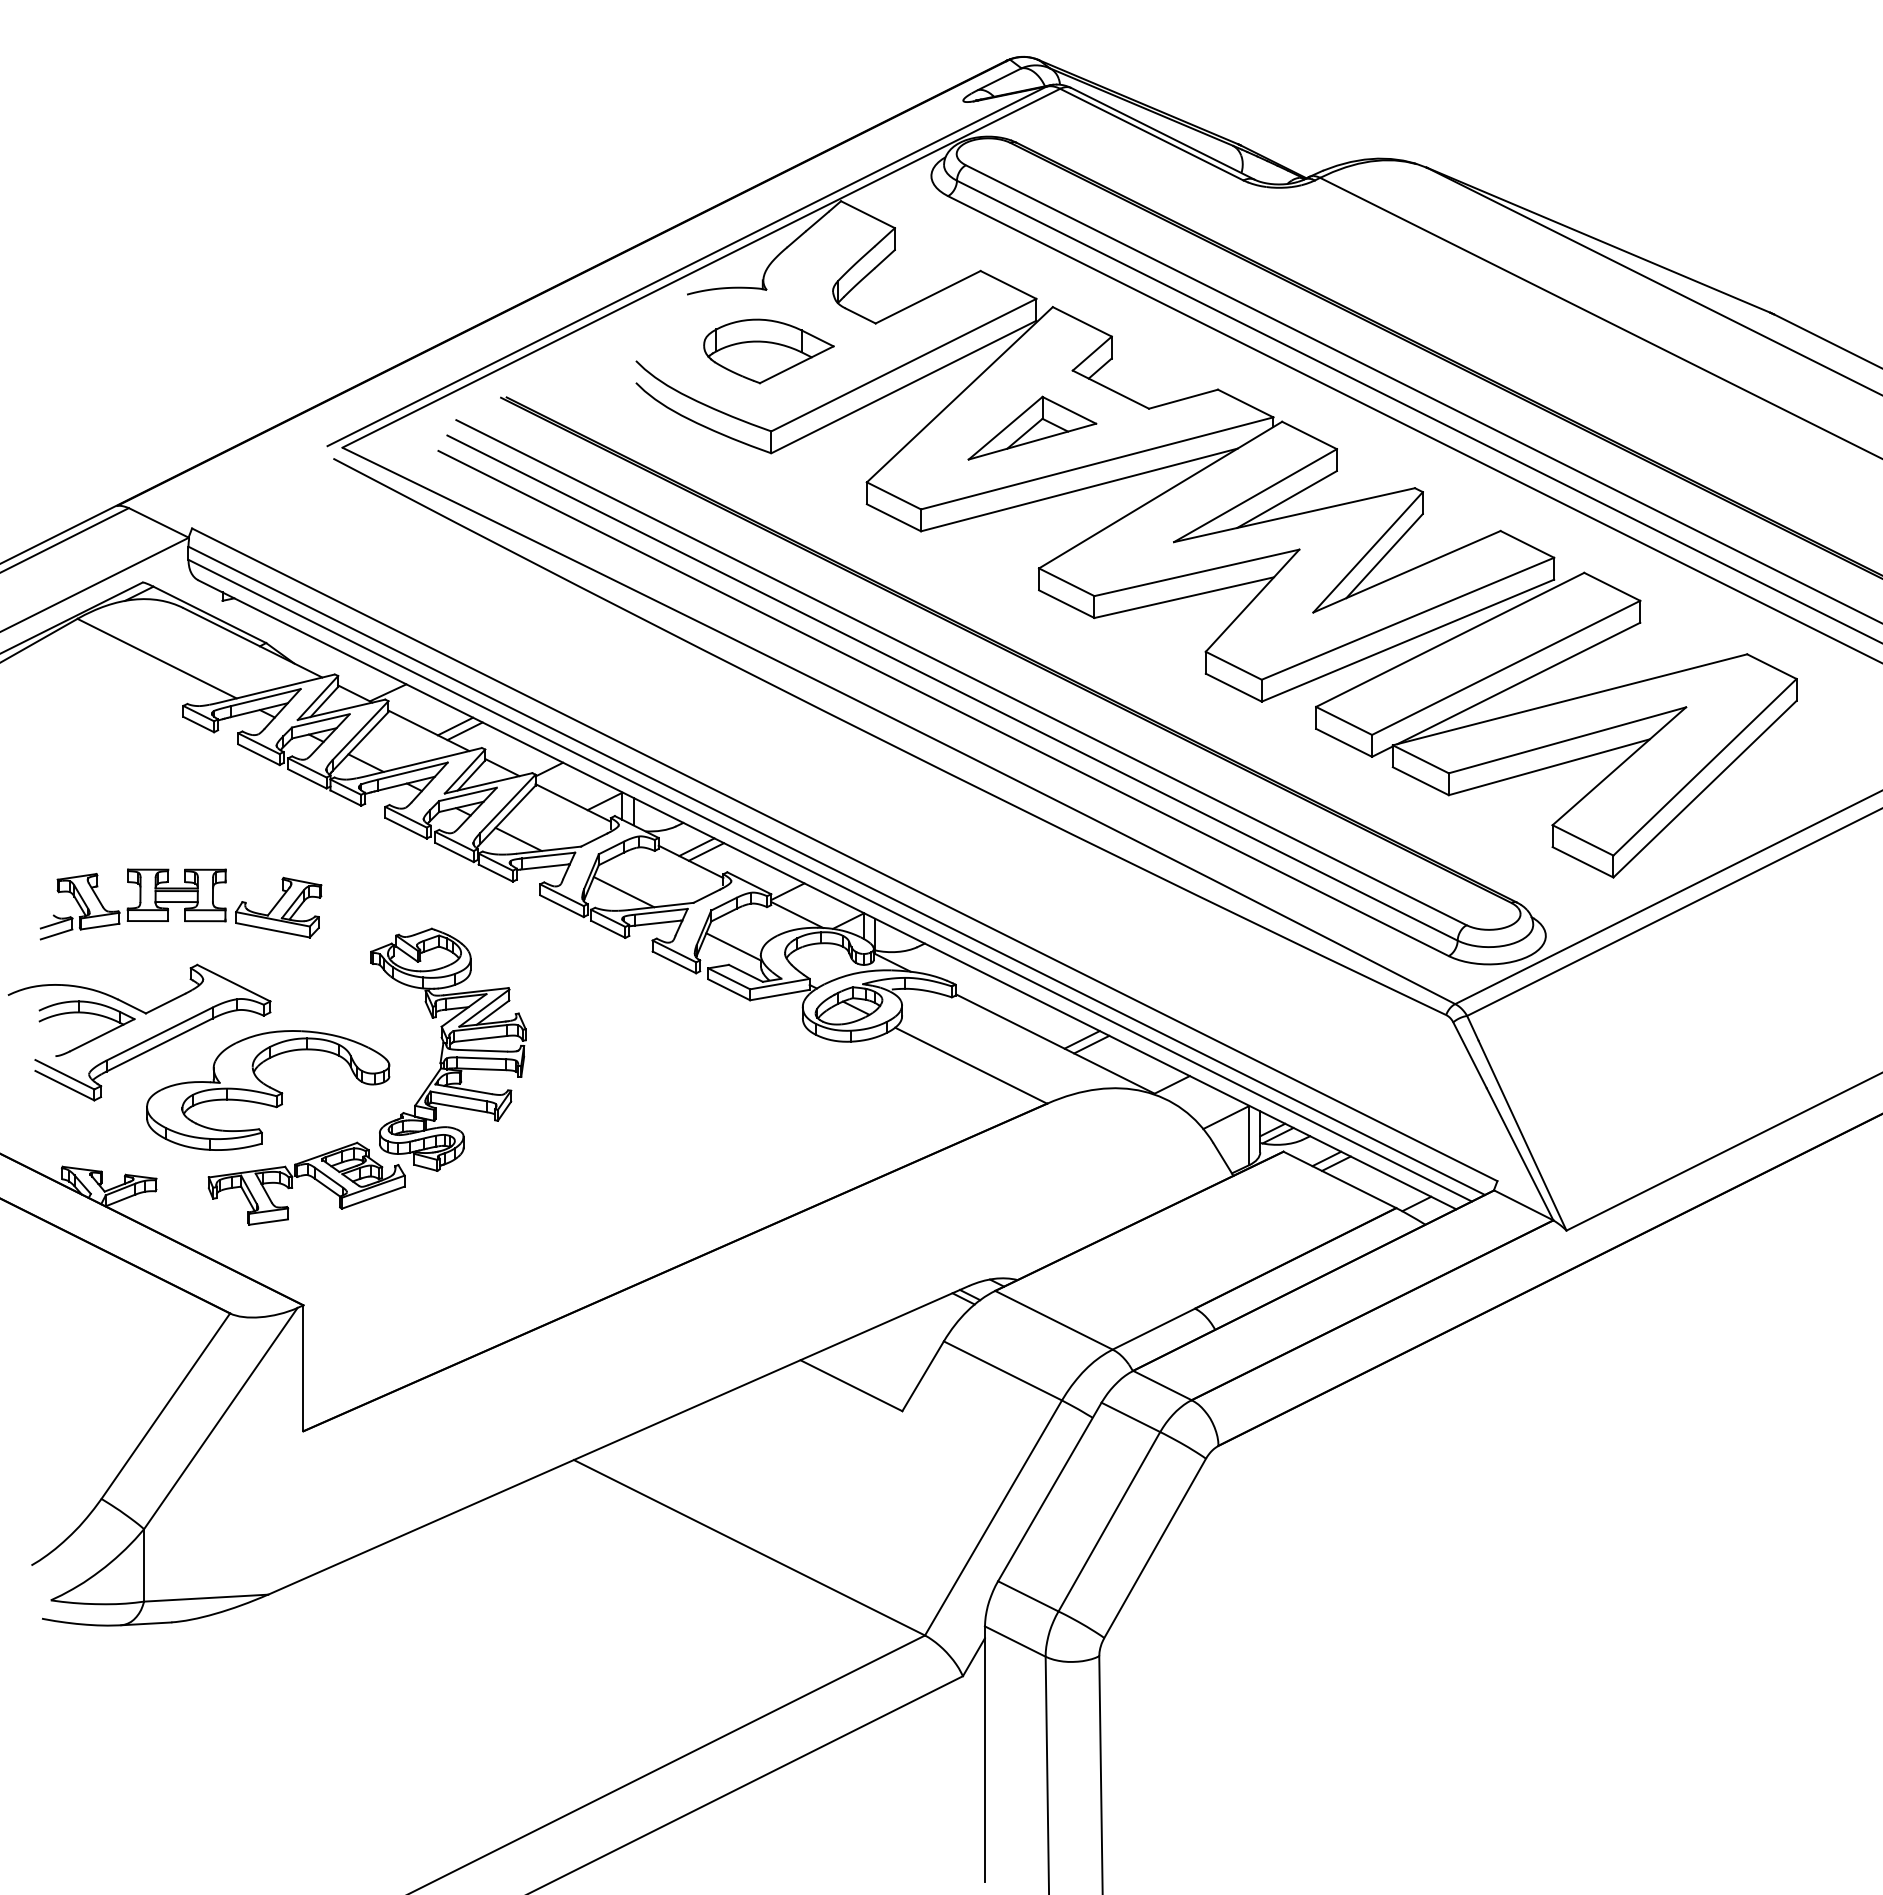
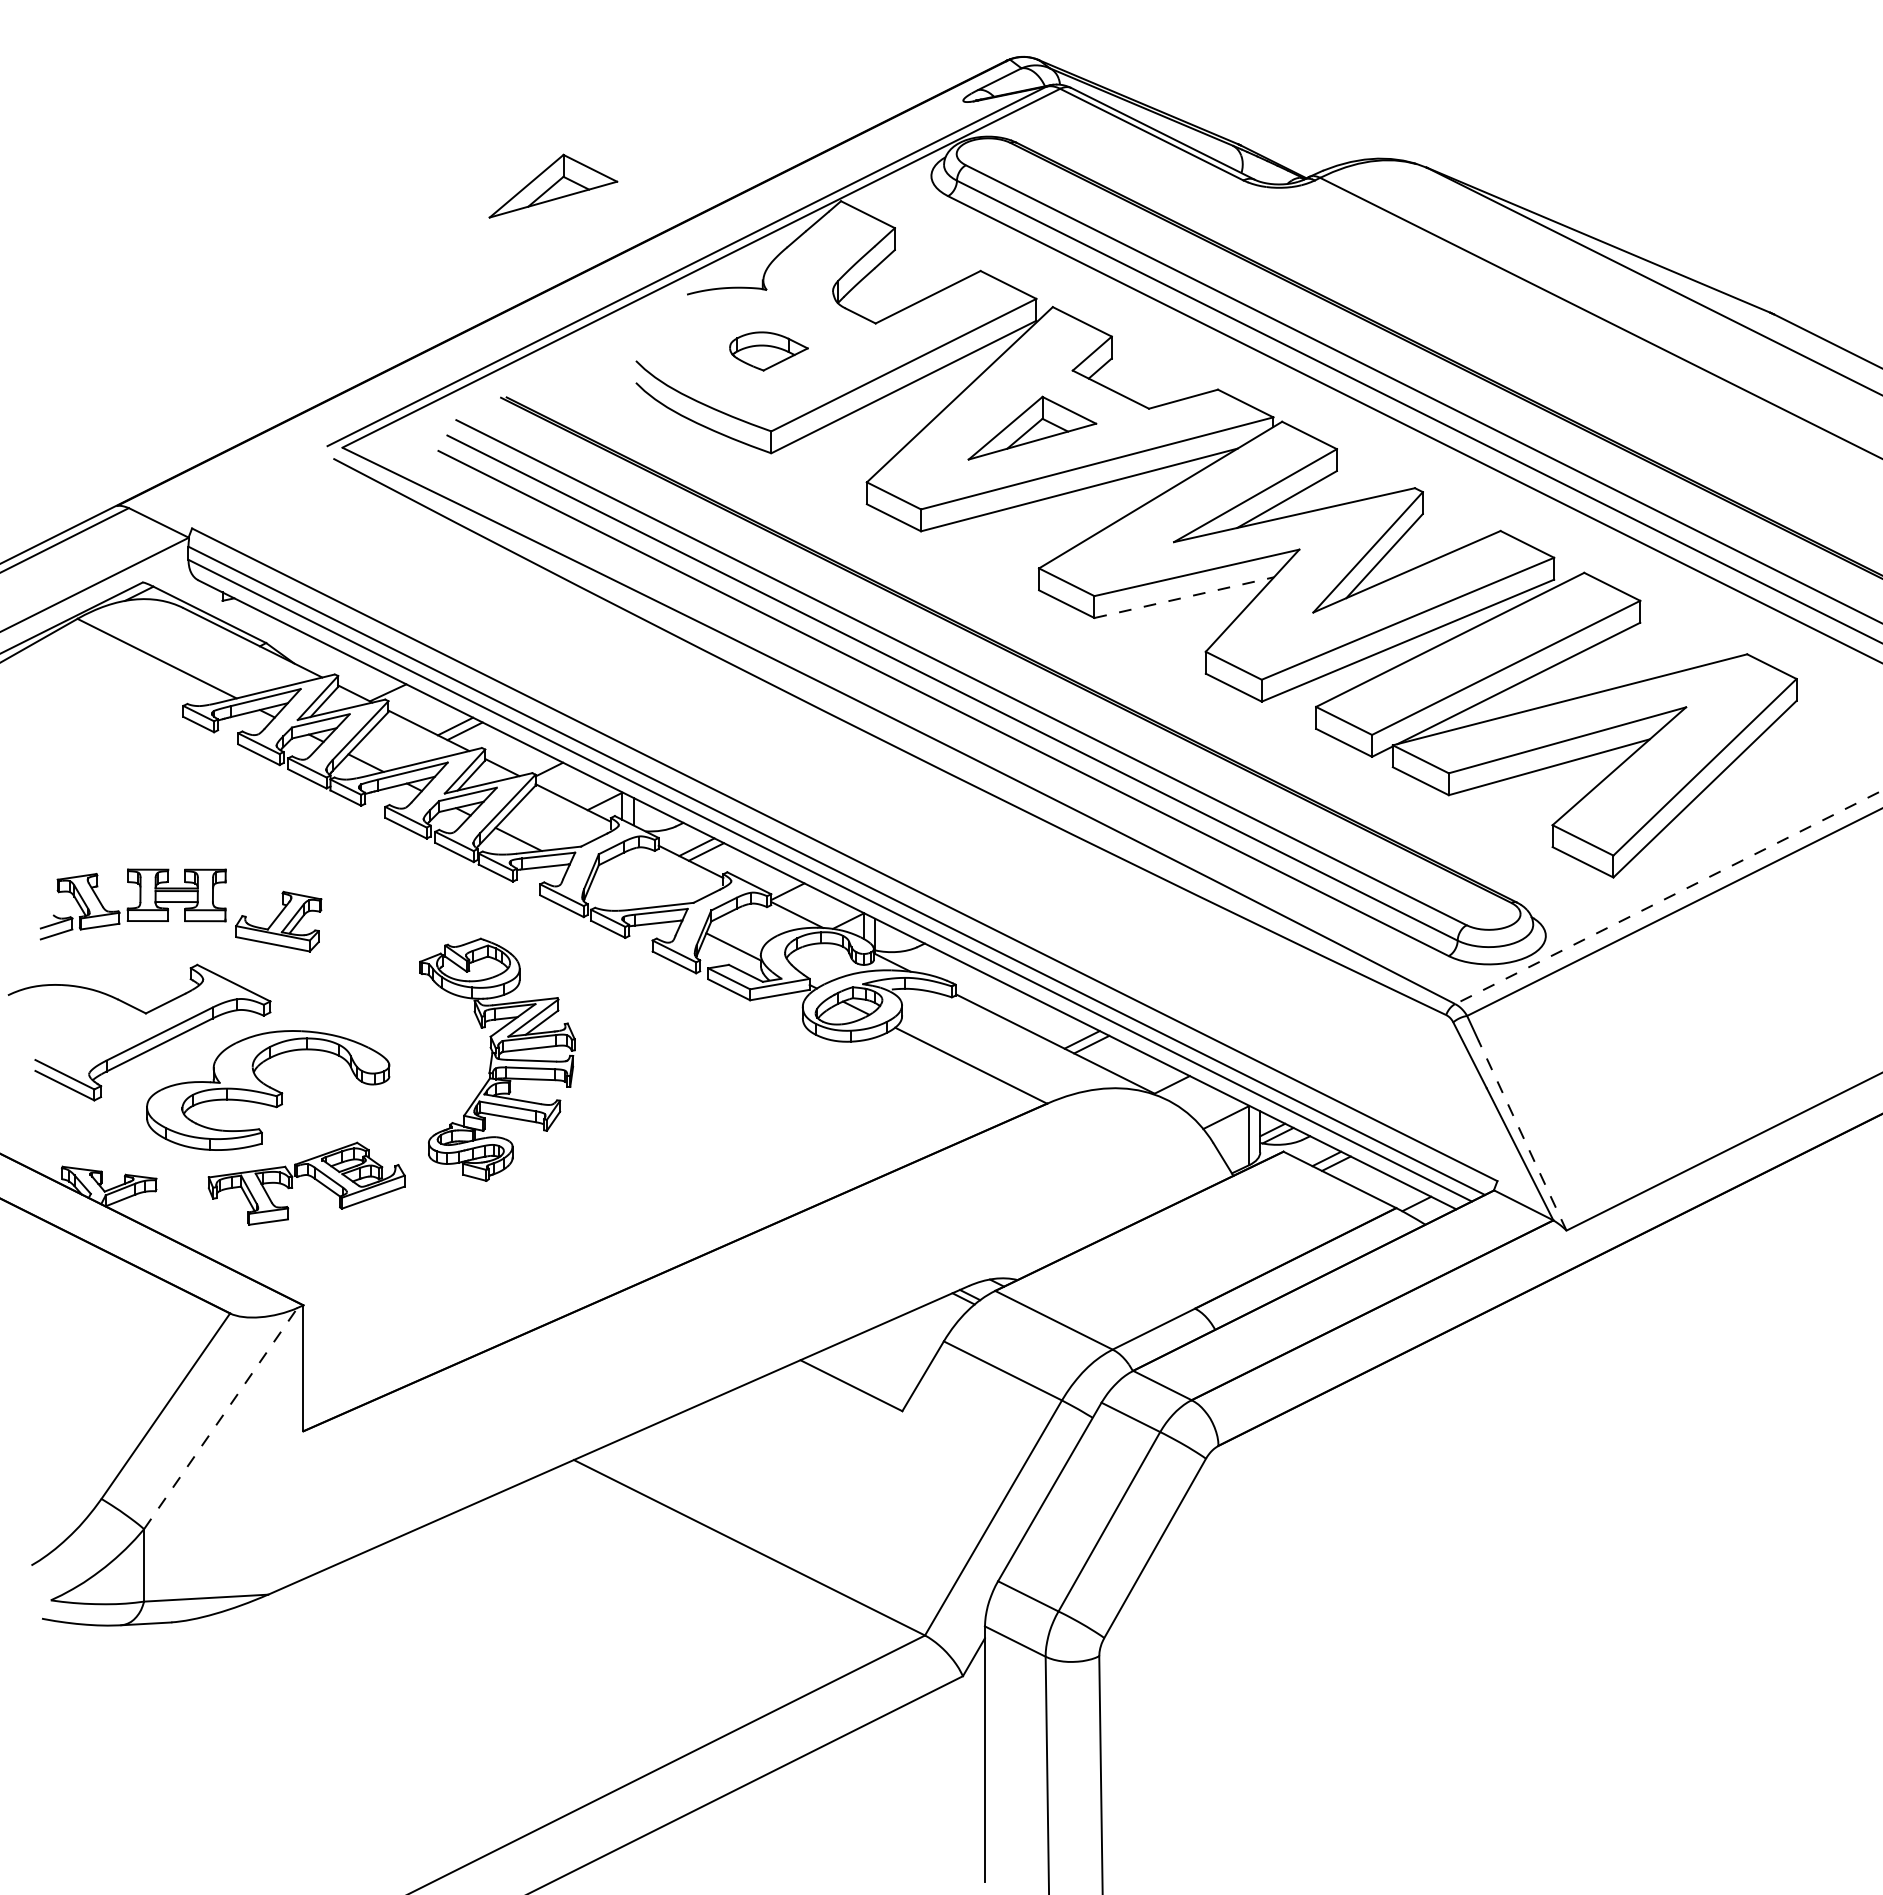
part at (553, 185): none -> present
part at (768, 351) size: 132x67 px -> 80x41 px
line at (1184, 597): solid -> dashed
line at (623, 892): present -> none
line at (1668, 897): solid -> dashed
part at (278, 907) position: (278, 907) -> (278, 921)
part at (91, 1039): present -> none
part at (448, 1049) position: (448, 1049) -> (497, 1059)
line at (1522, 1135): solid -> dashed
line at (220, 1418): solid -> dashed
